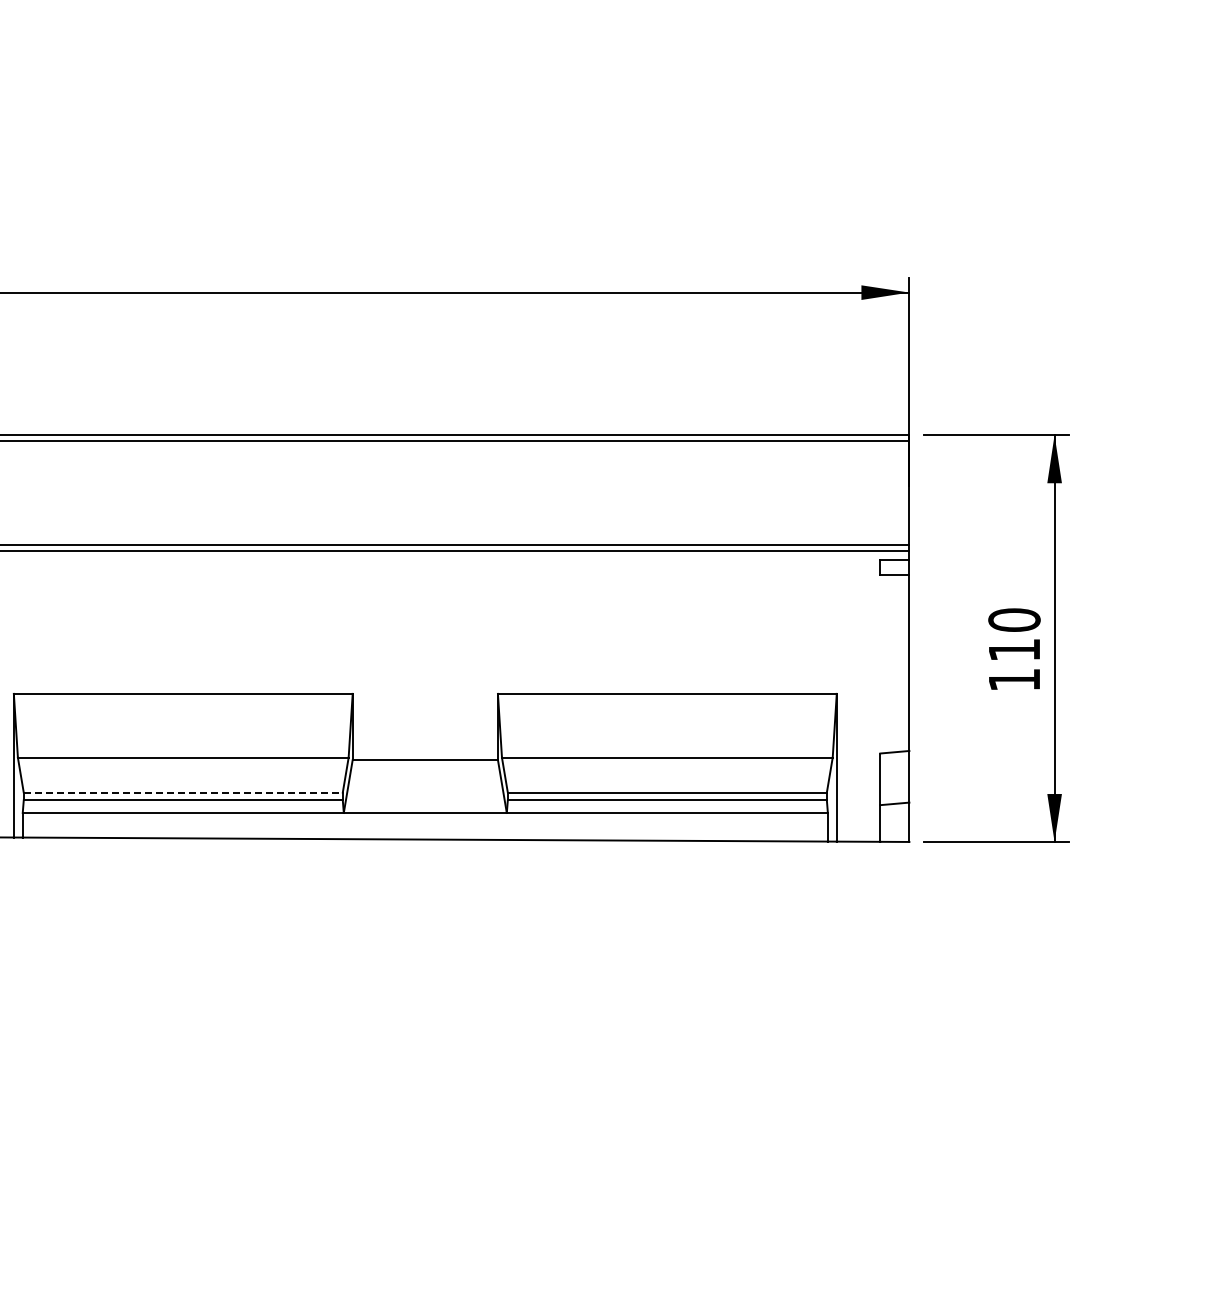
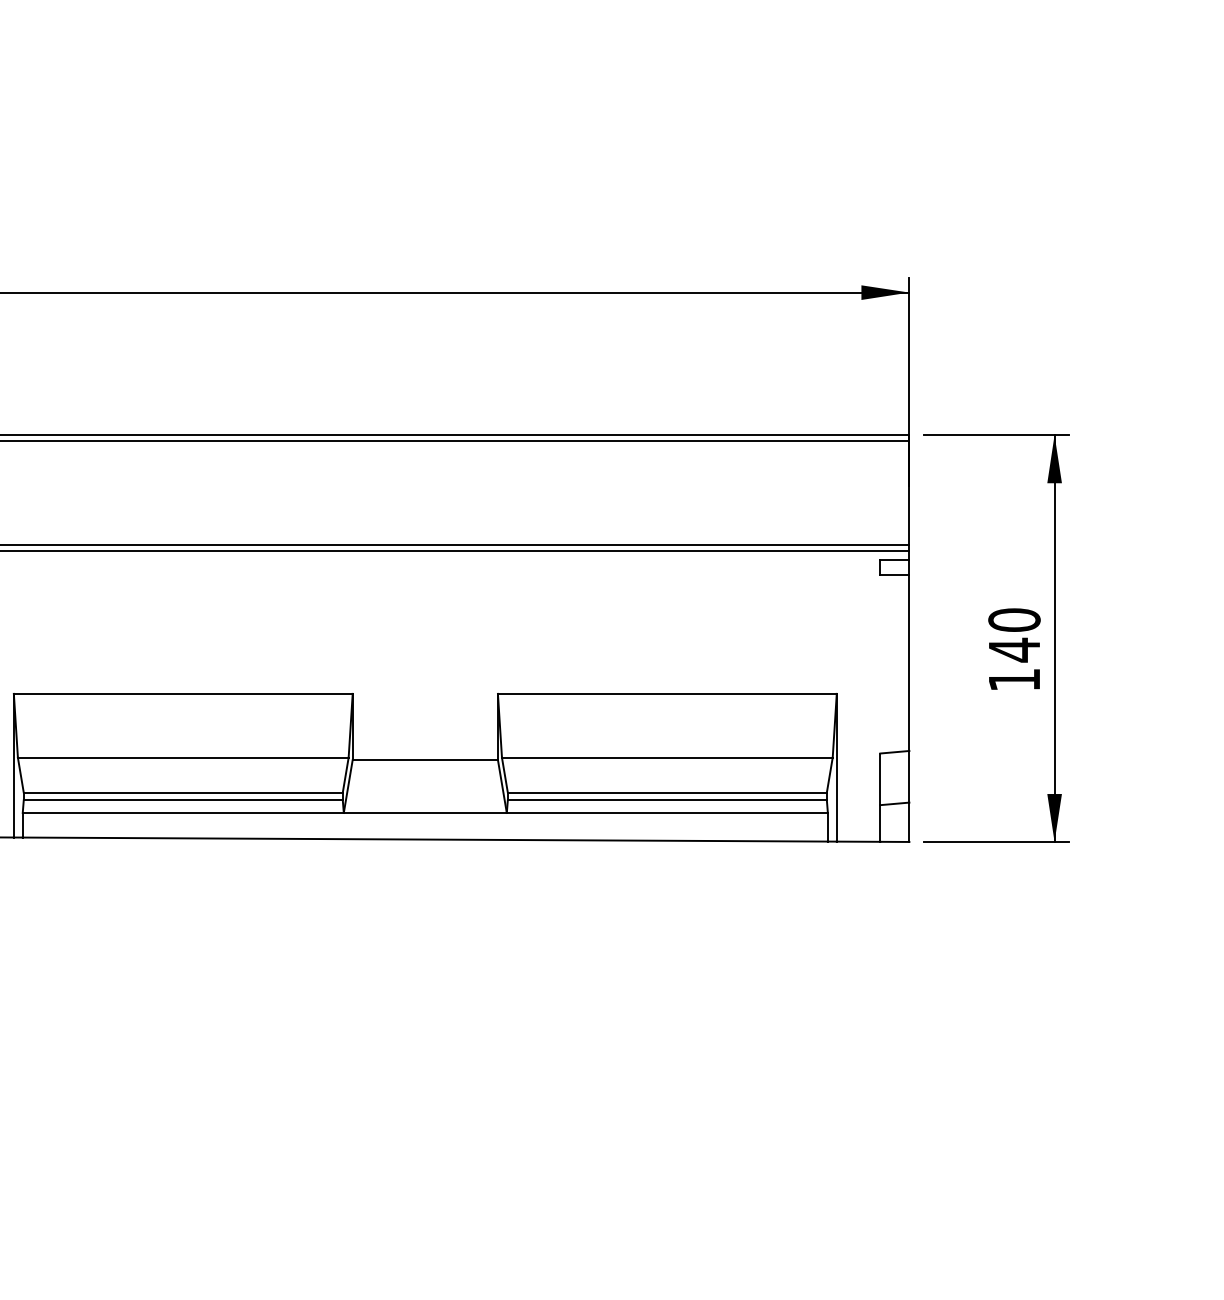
text at (1014, 649): 110 -> 140
line at (183, 792): dashed -> solid
